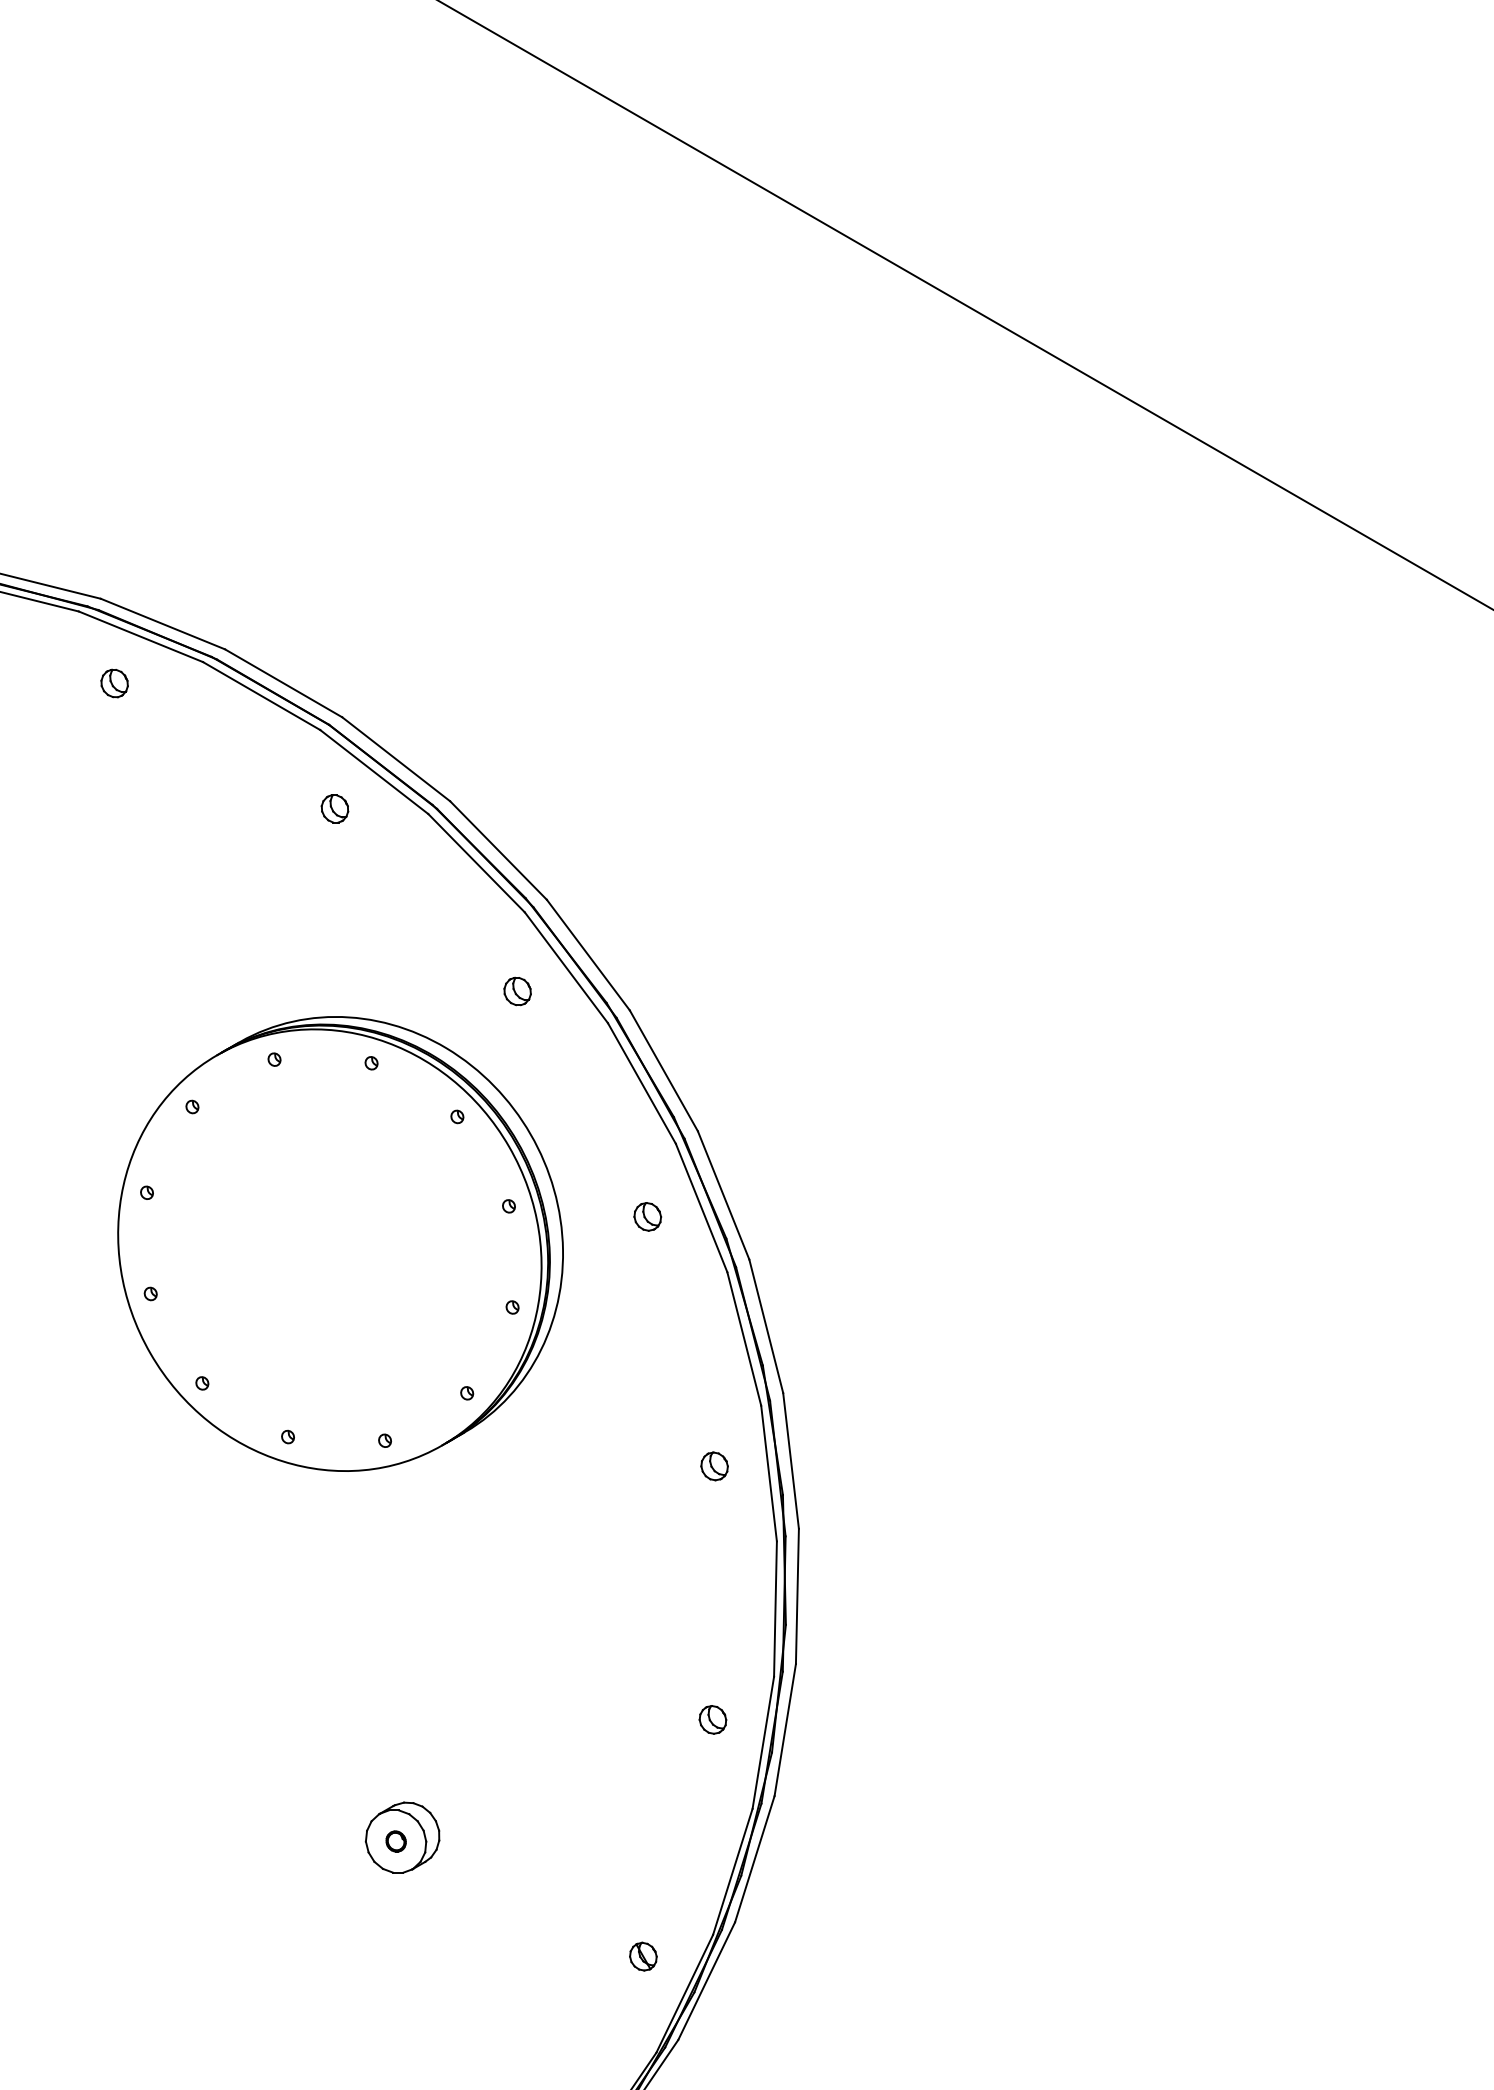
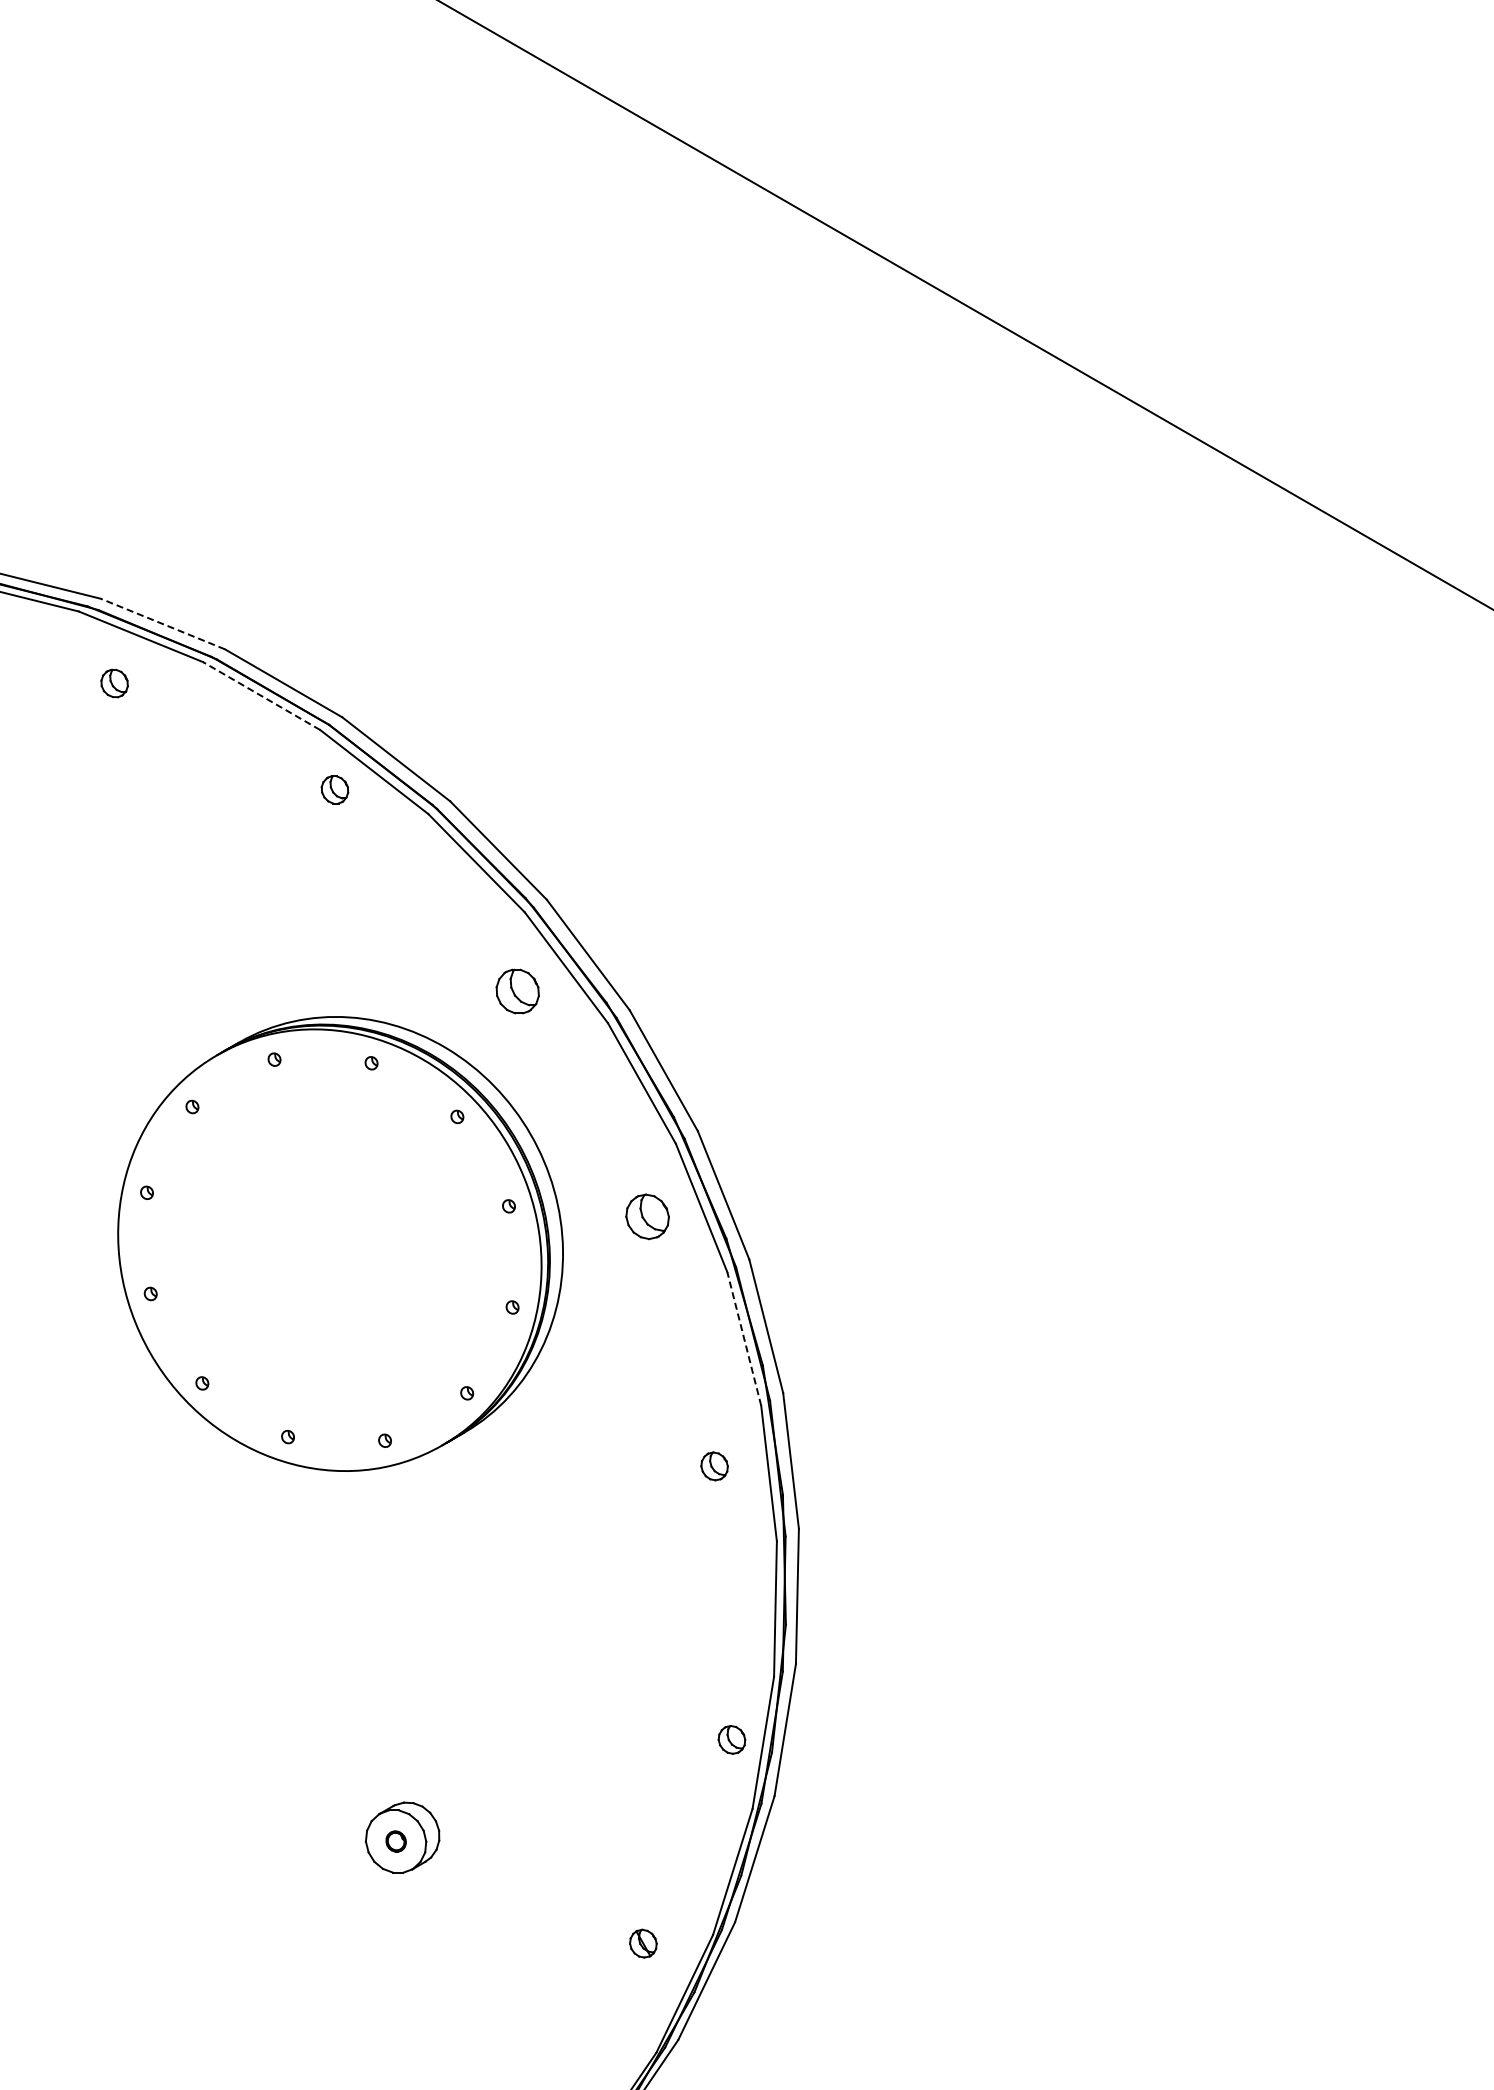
line at (162, 623): solid -> dashed
line at (261, 696): solid -> dashed
part at (334, 808) position: (334, 808) -> (334, 789)
part at (517, 991) size: 29x31 px -> 45x47 px
part at (647, 1216) size: 30x30 px -> 45x48 px
line at (744, 1338): solid -> dashed
part at (712, 1719) position: (712, 1719) -> (731, 1739)
part at (643, 1956) position: (643, 1956) -> (643, 1943)
